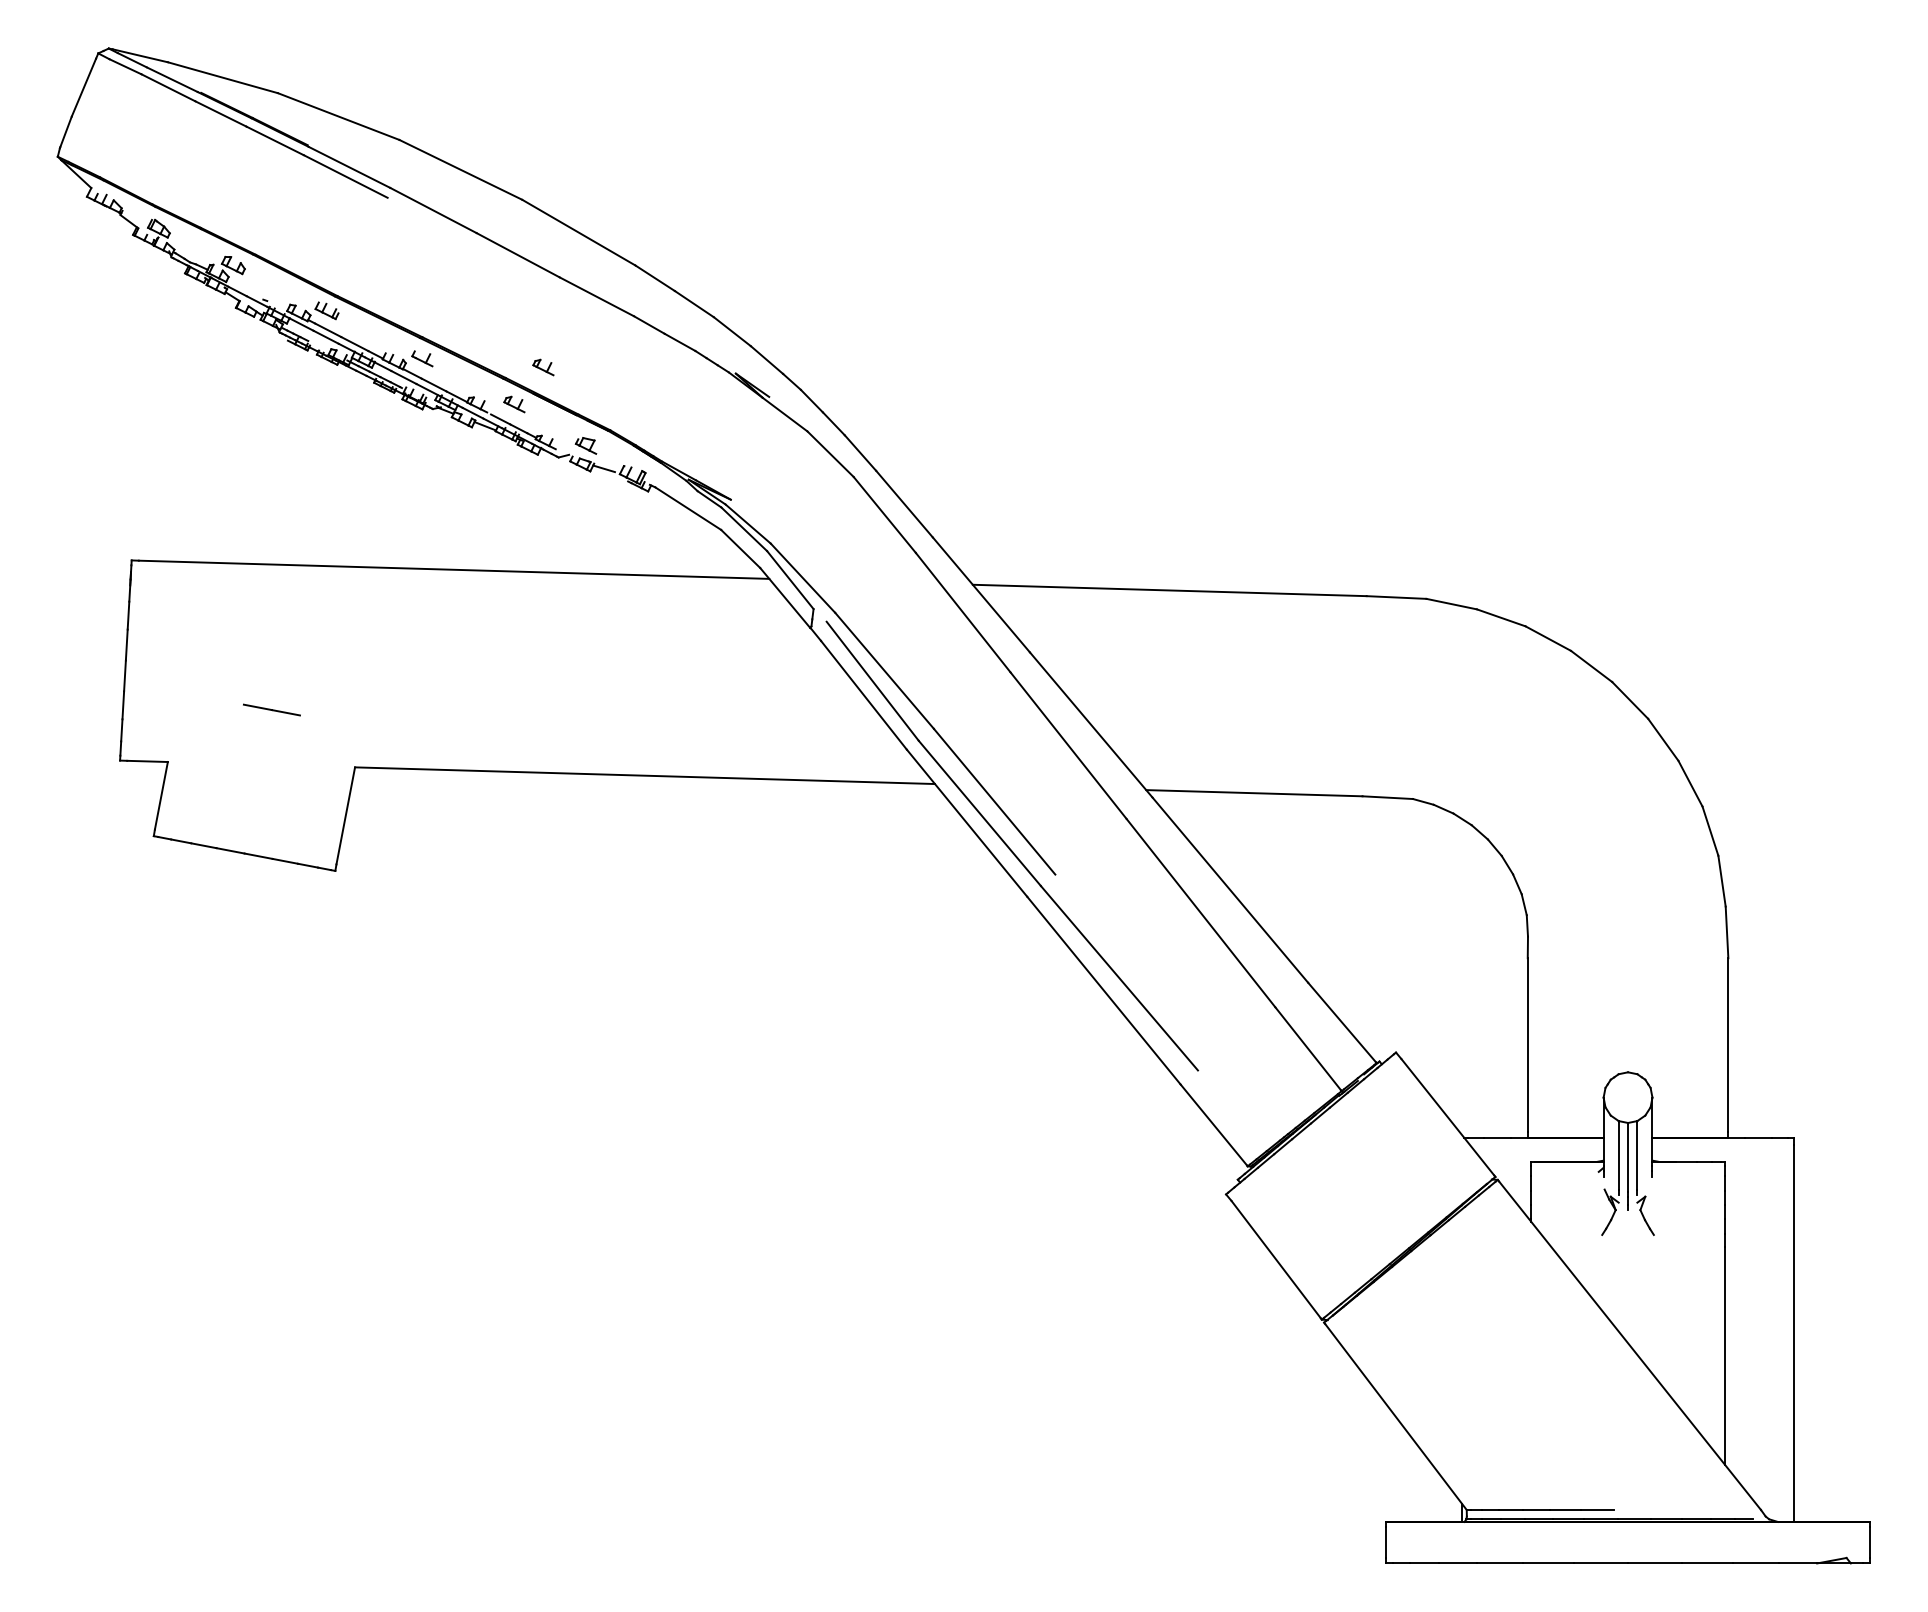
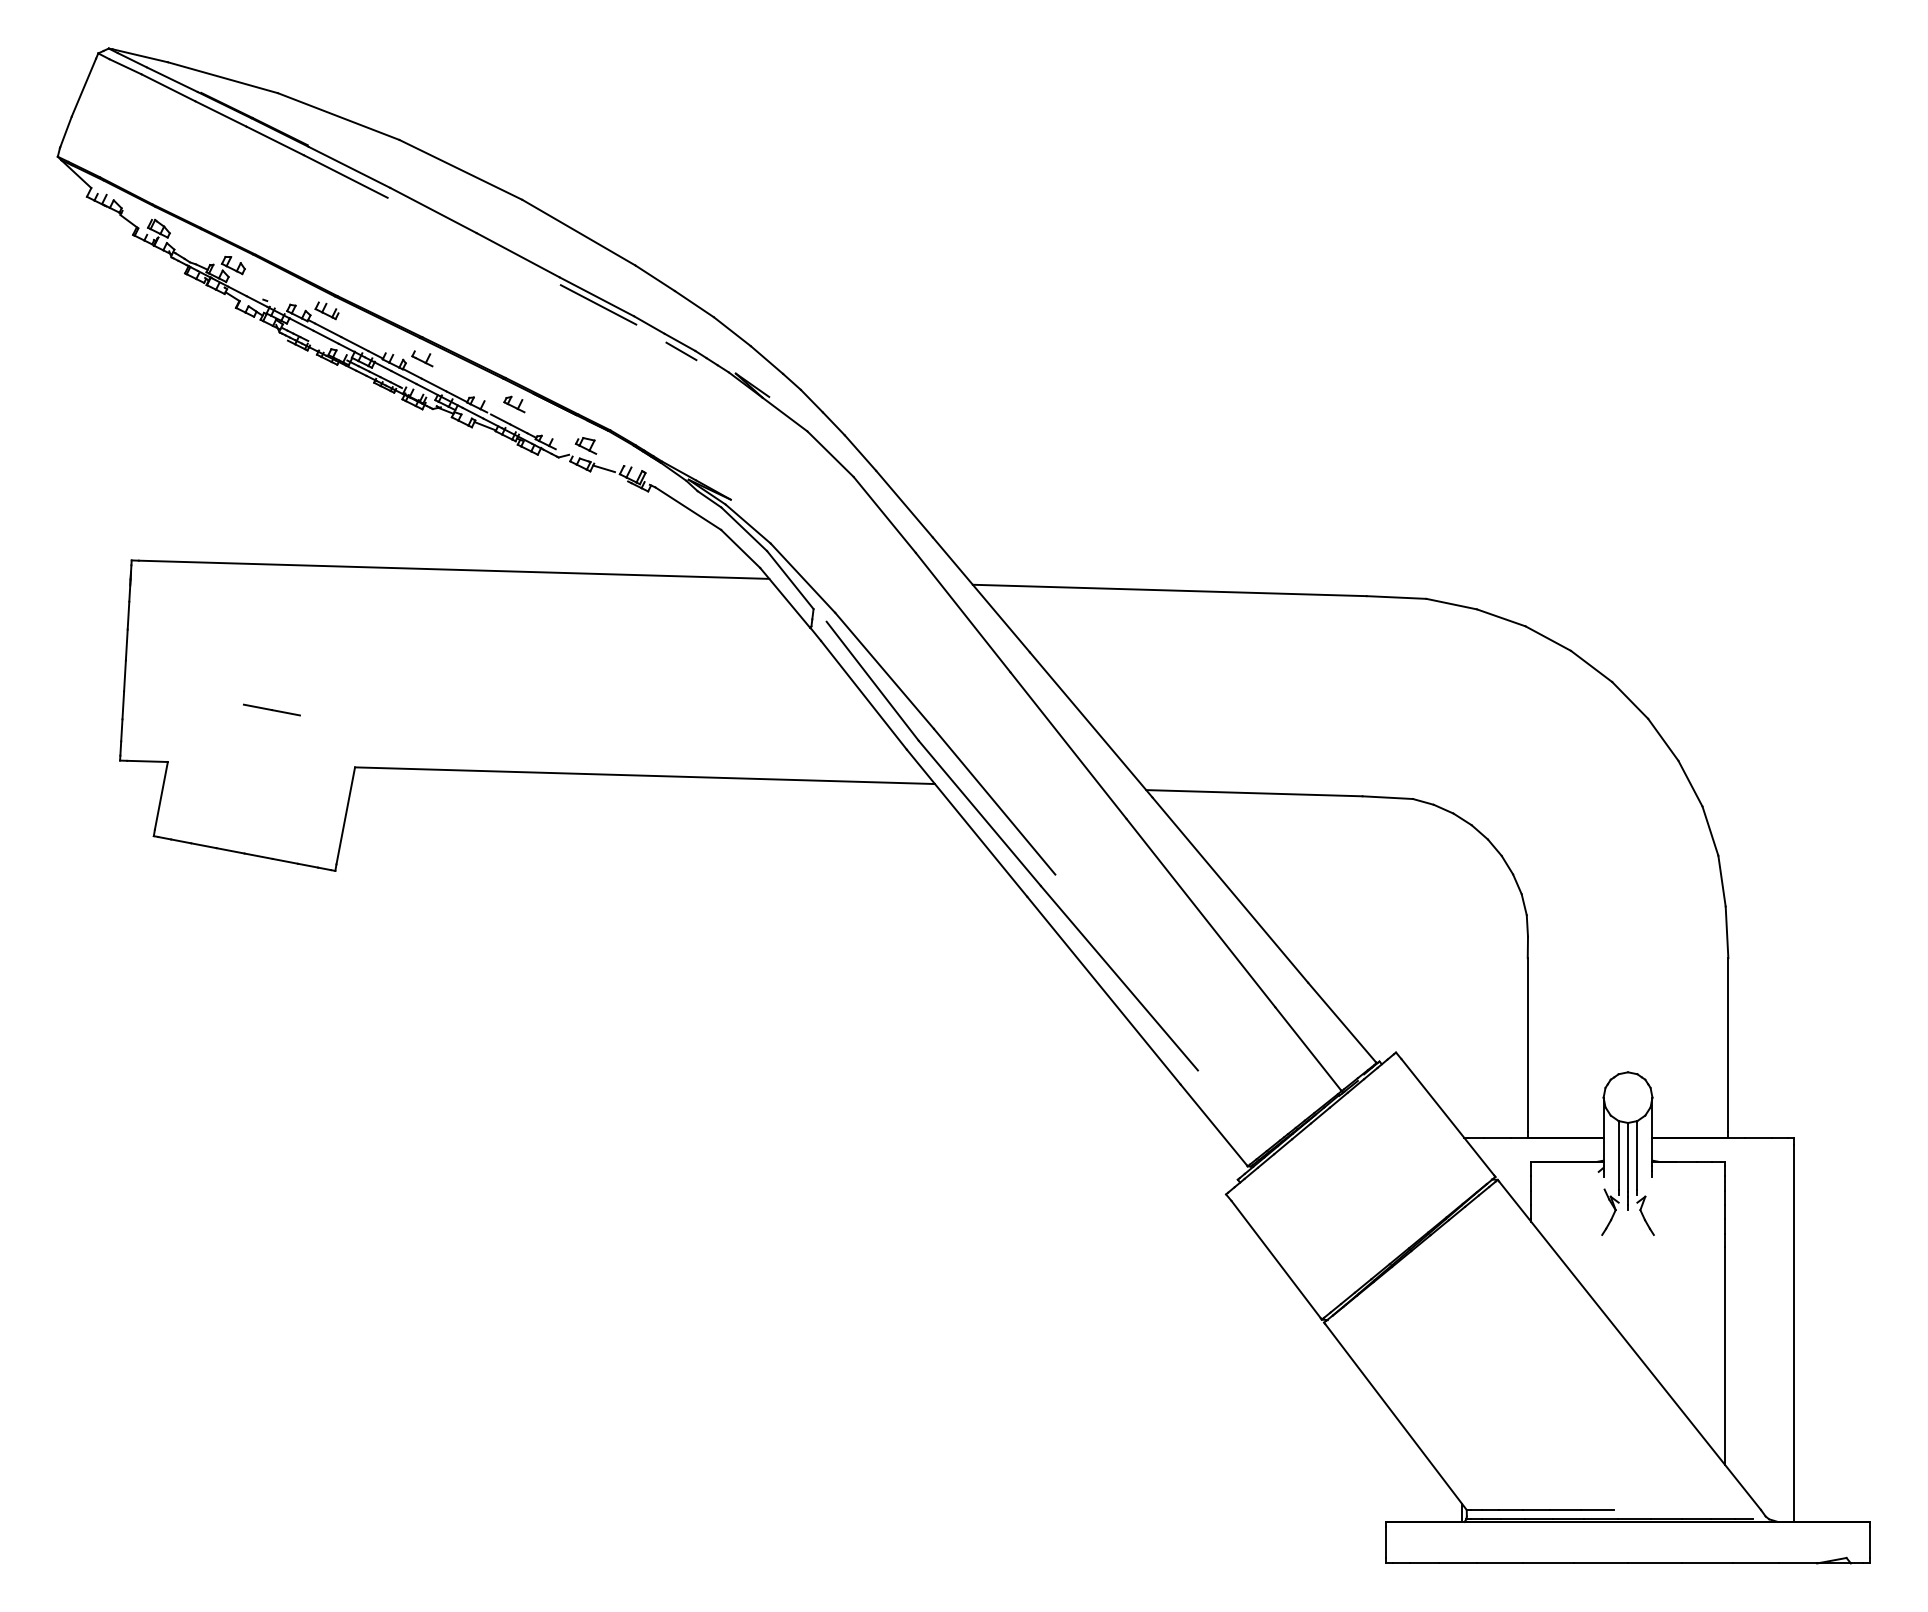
line at (598, 304): none -> present
line at (681, 351): none -> present
part at (543, 367): present -> none
